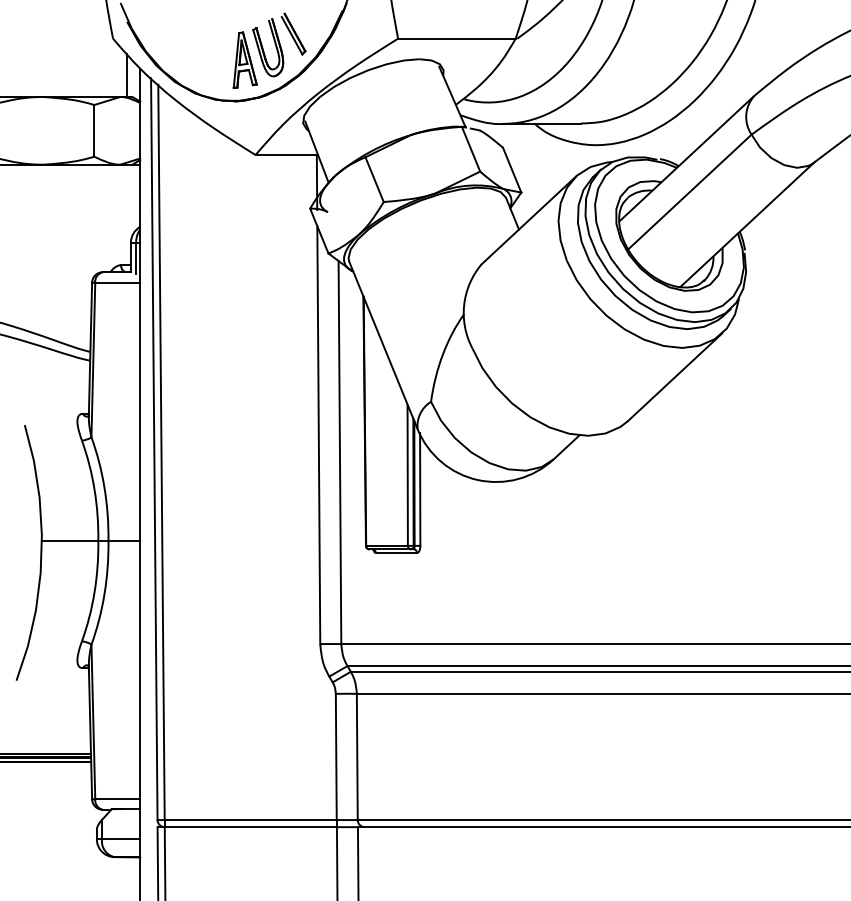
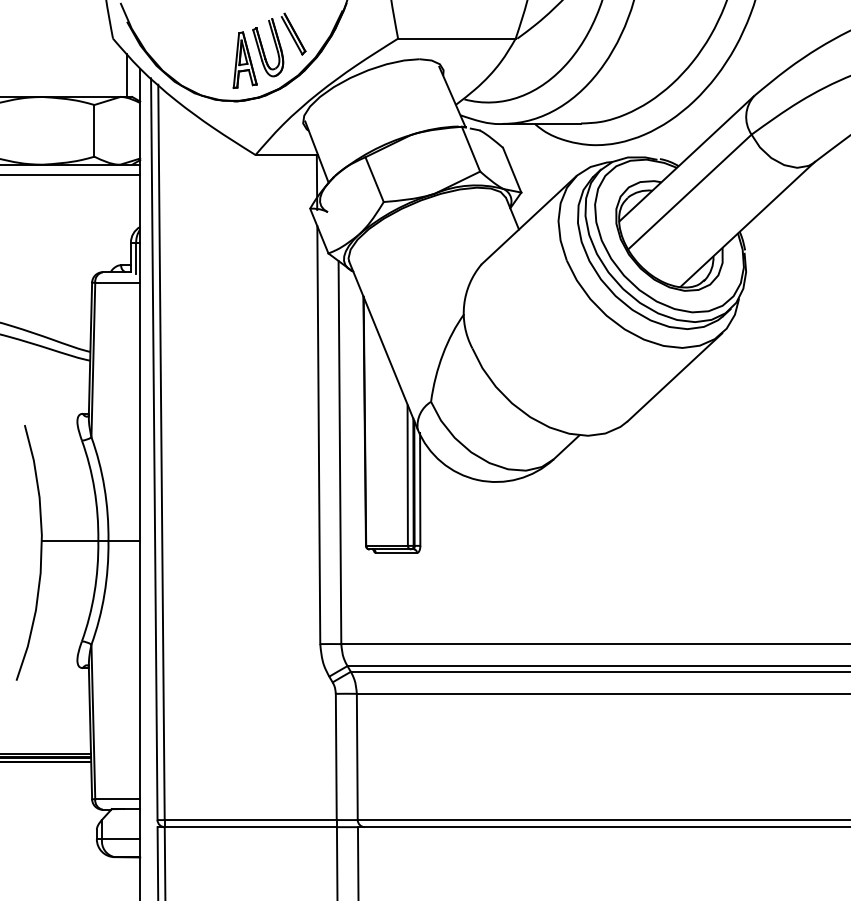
line at (71, 175): none -> present
